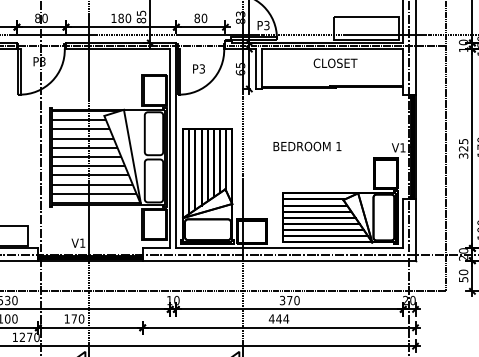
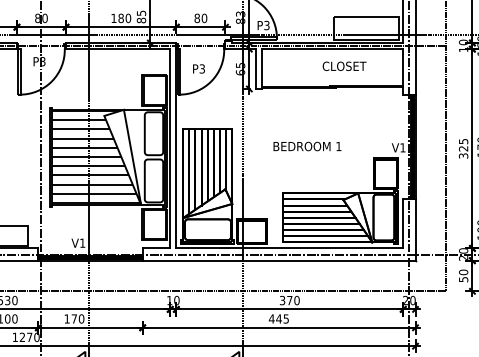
text at (335, 62) position: (335, 62) -> (344, 65)
text at (286, 318): 444 -> 445
